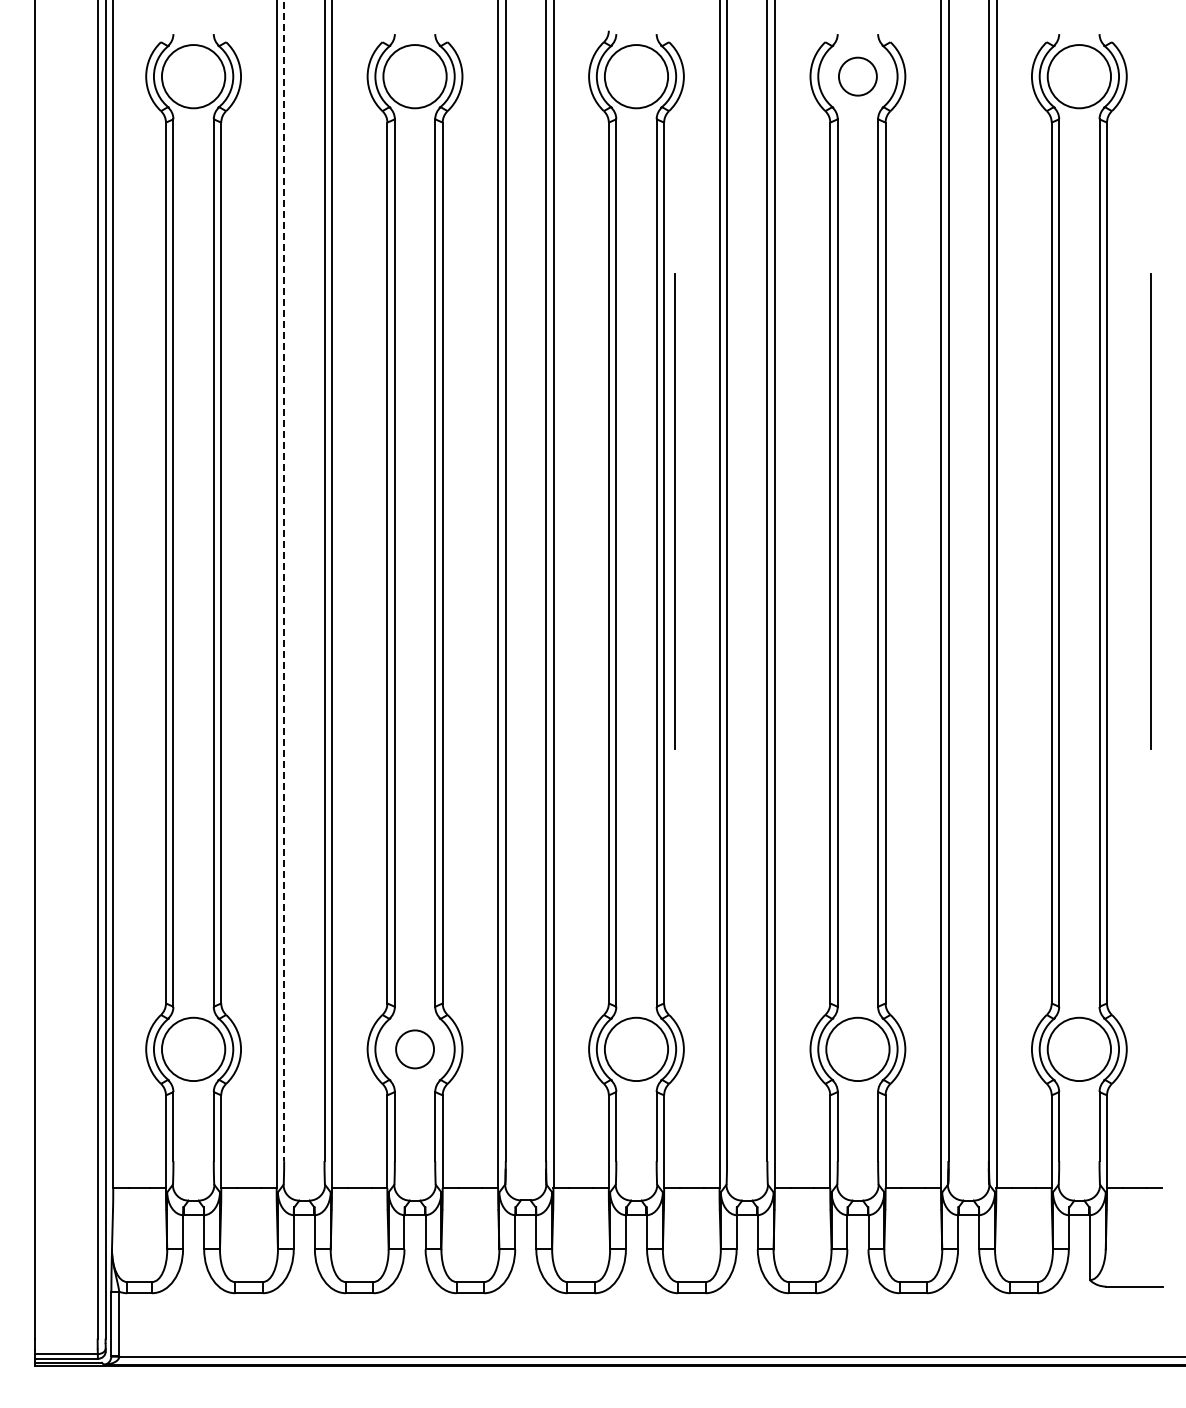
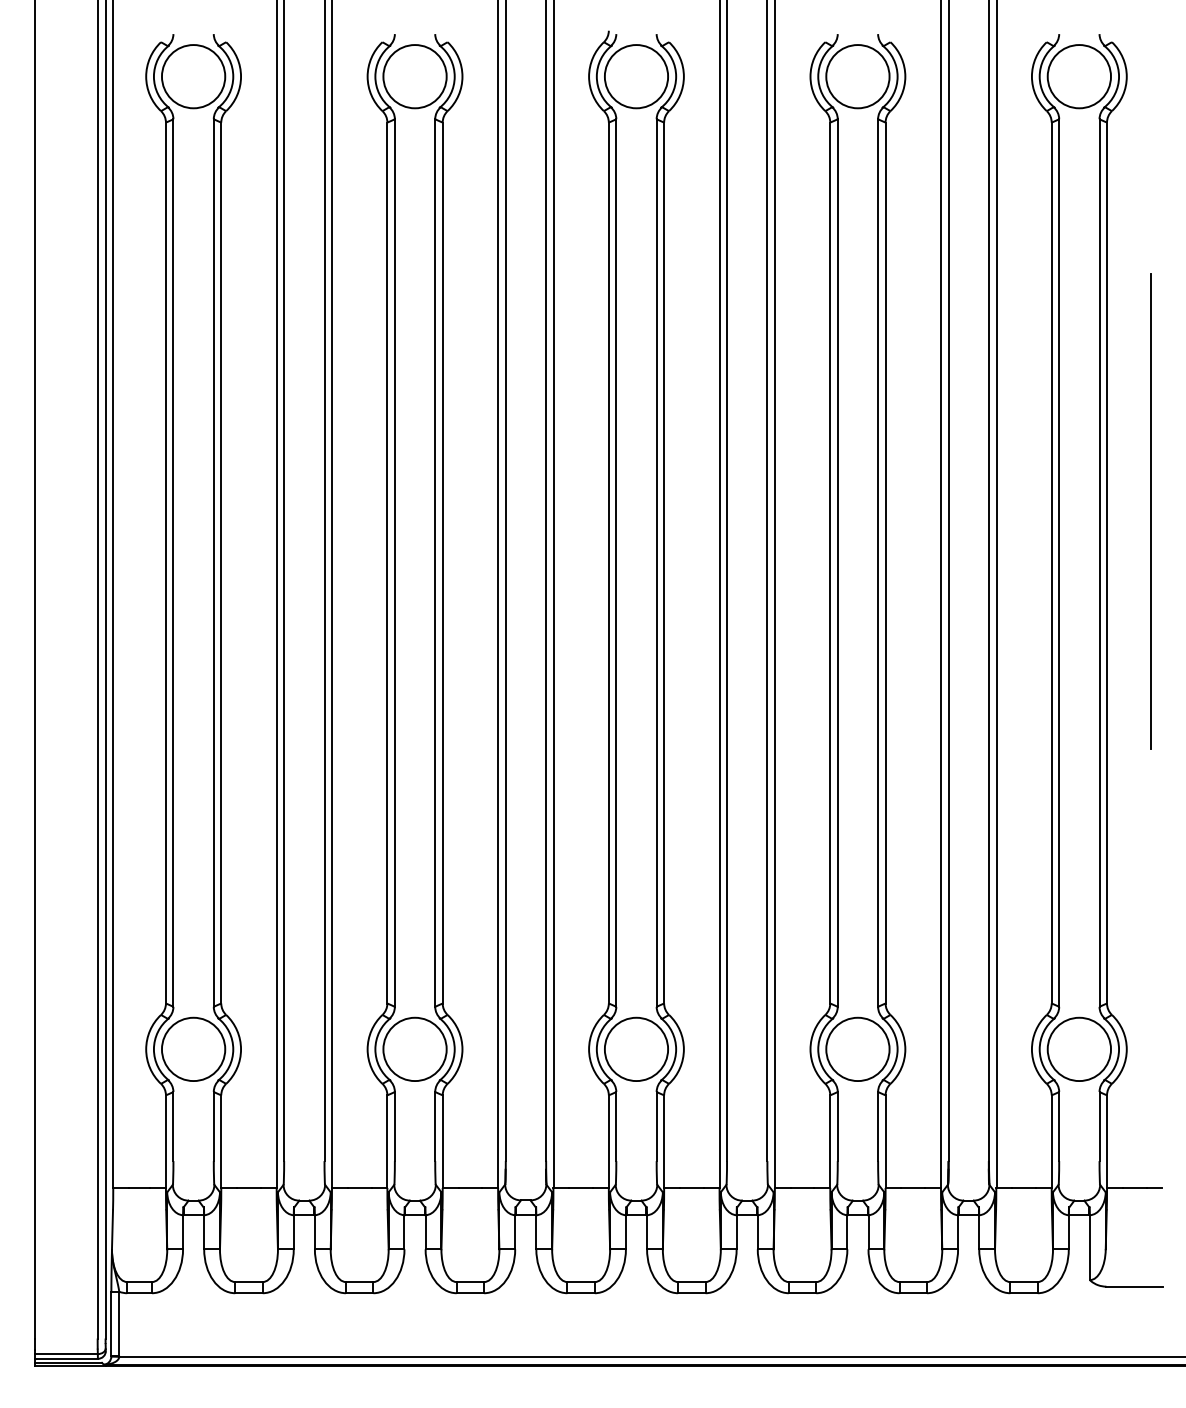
circle at (857, 76) diameter: 38 px -> 63 px
line at (674, 511): present -> none
line at (284, 581): dashed -> solid
circle at (415, 1049) diameter: 38 px -> 63 px
